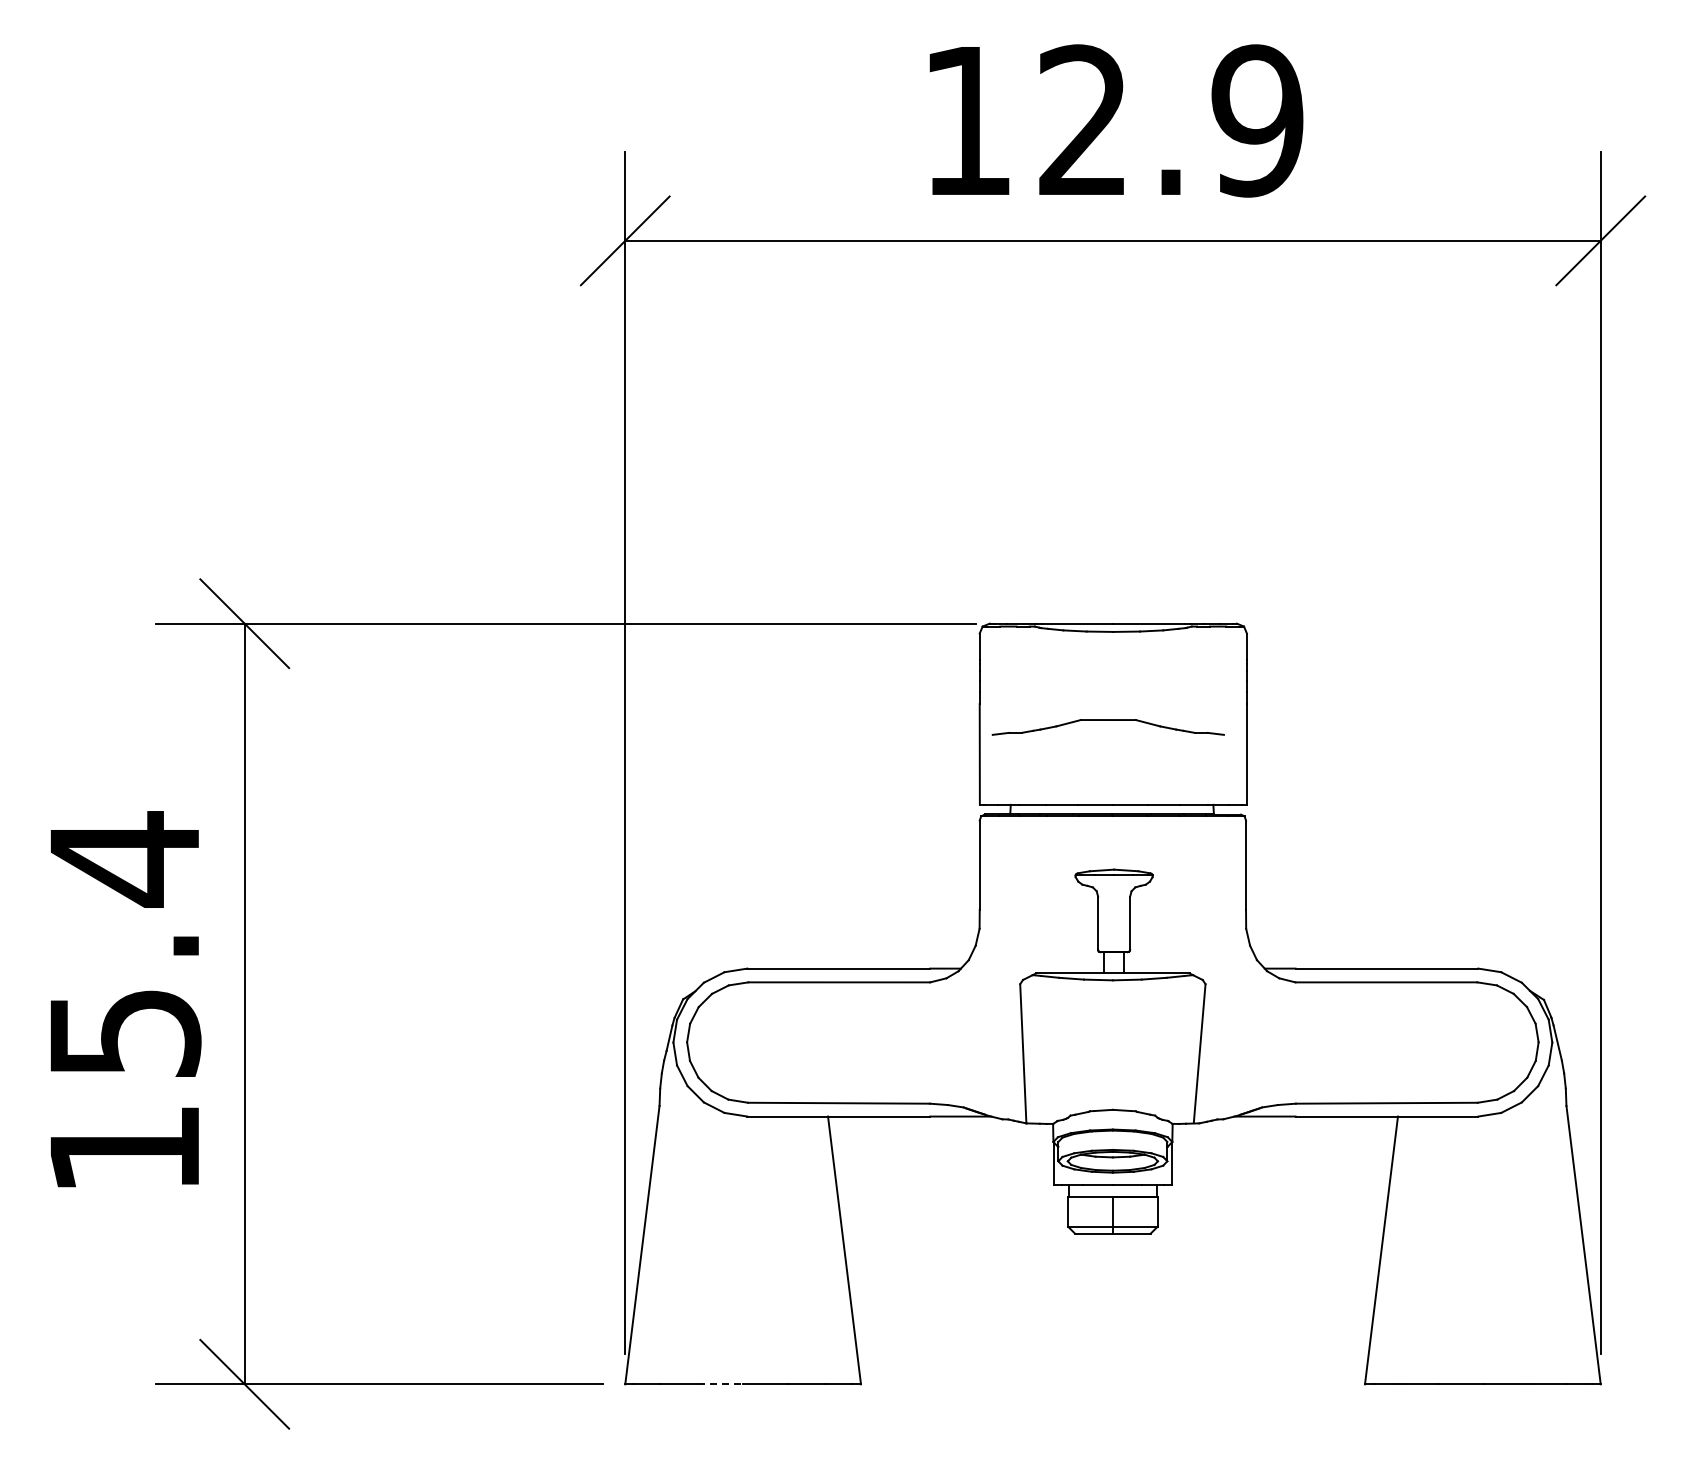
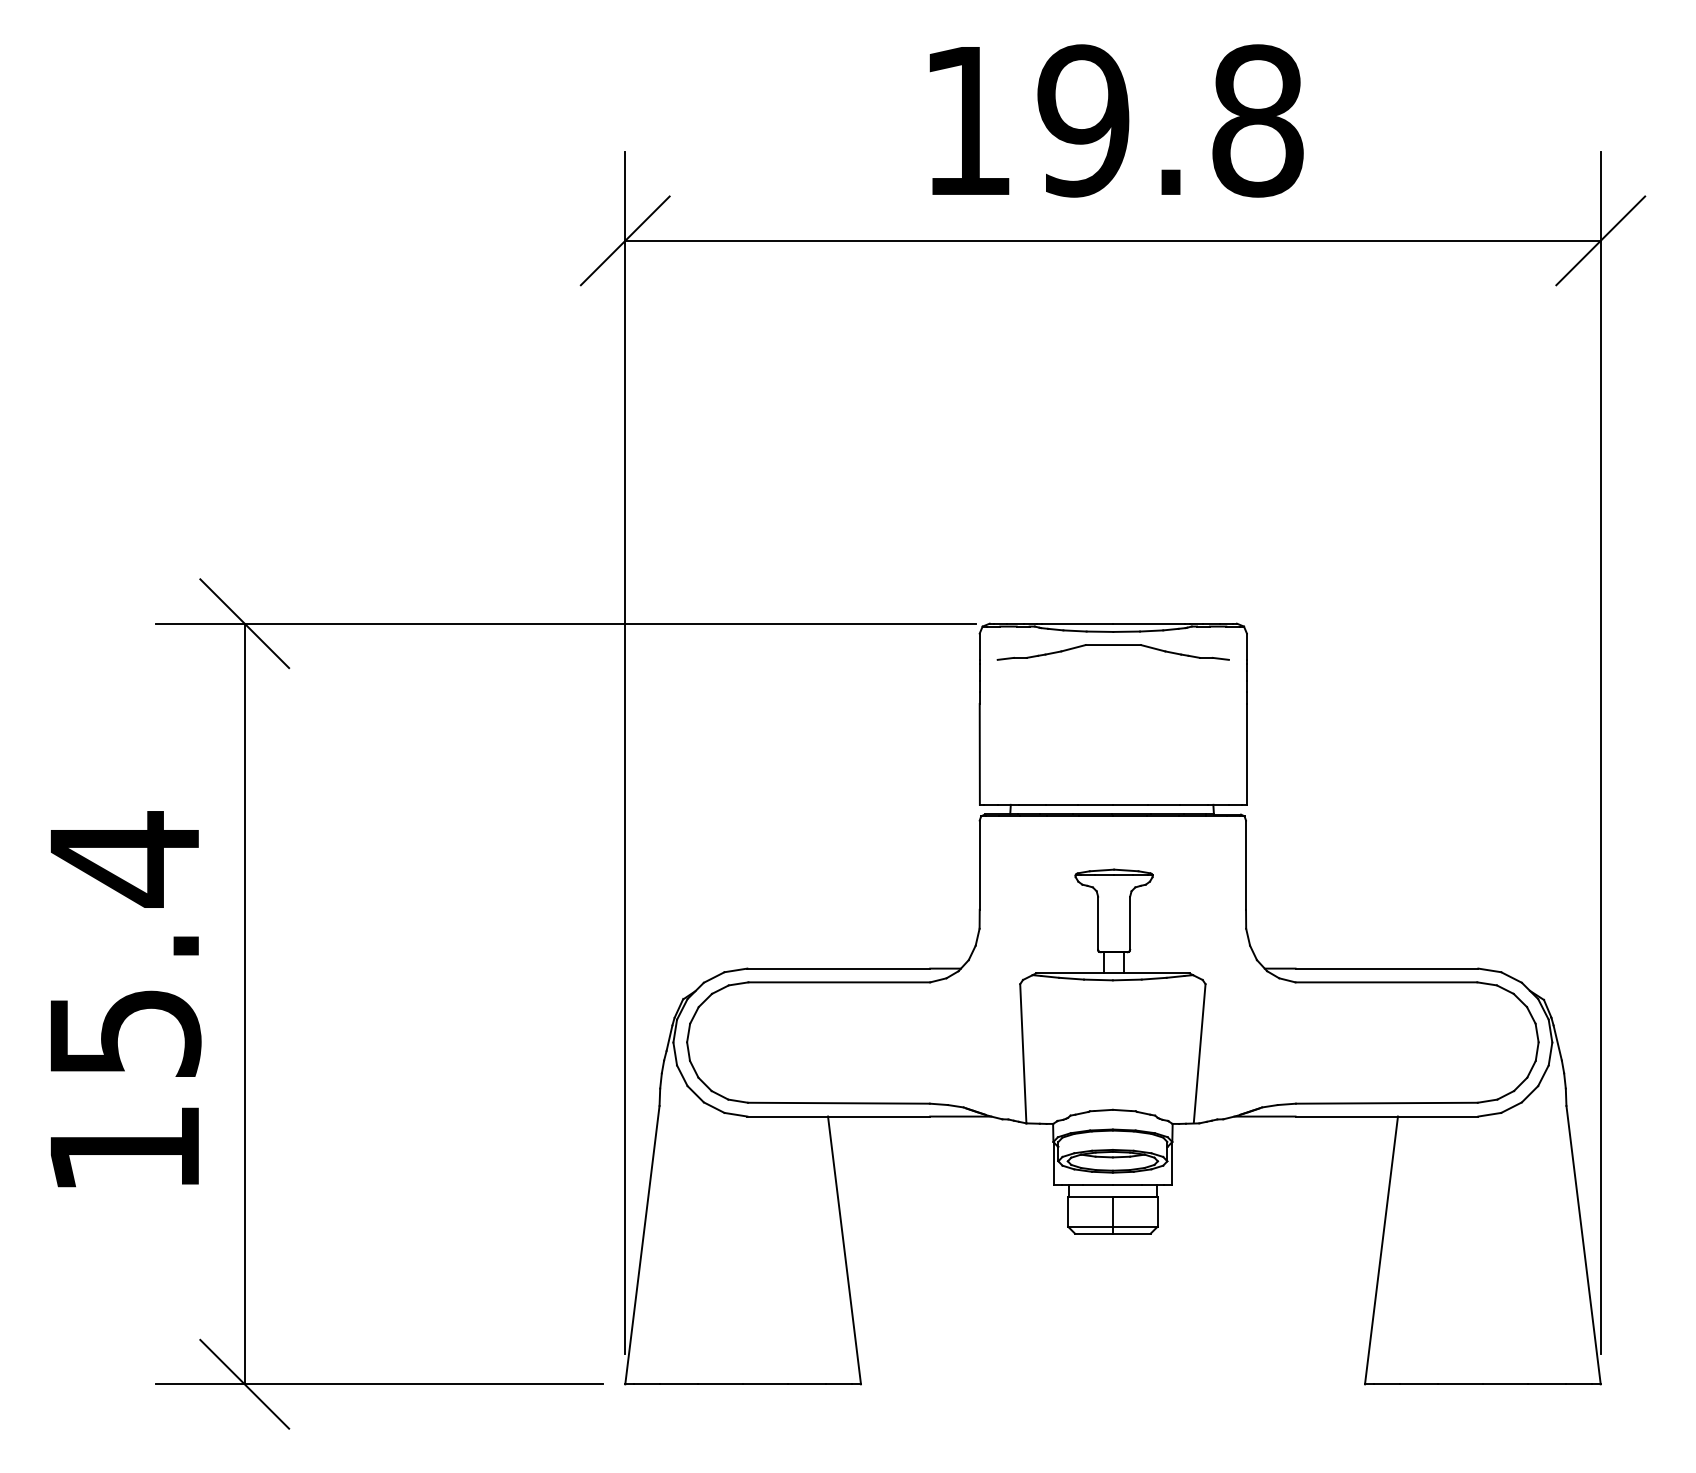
text at (1170, 120): 12.9 -> 19.8
part at (1107, 720) position: (1107, 720) -> (1112, 645)
line at (720, 1384): dashed -> solid
